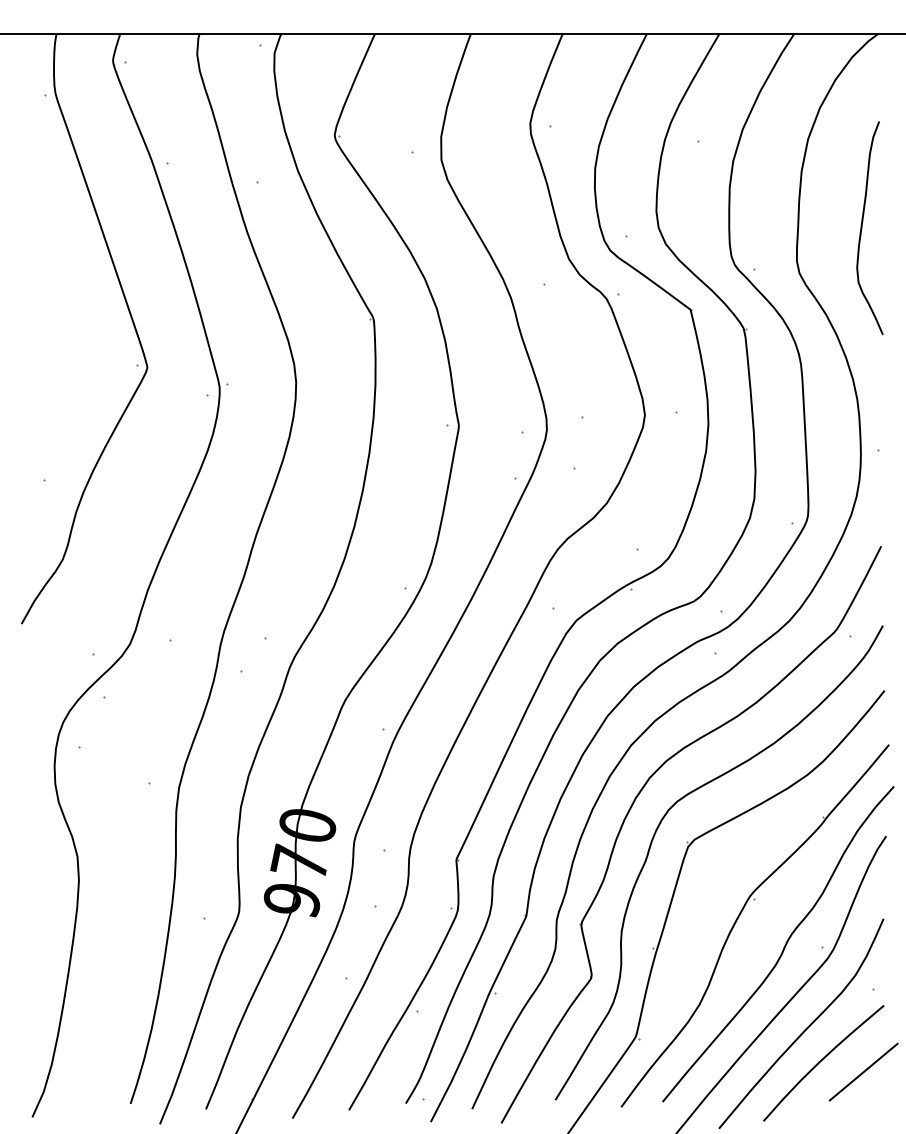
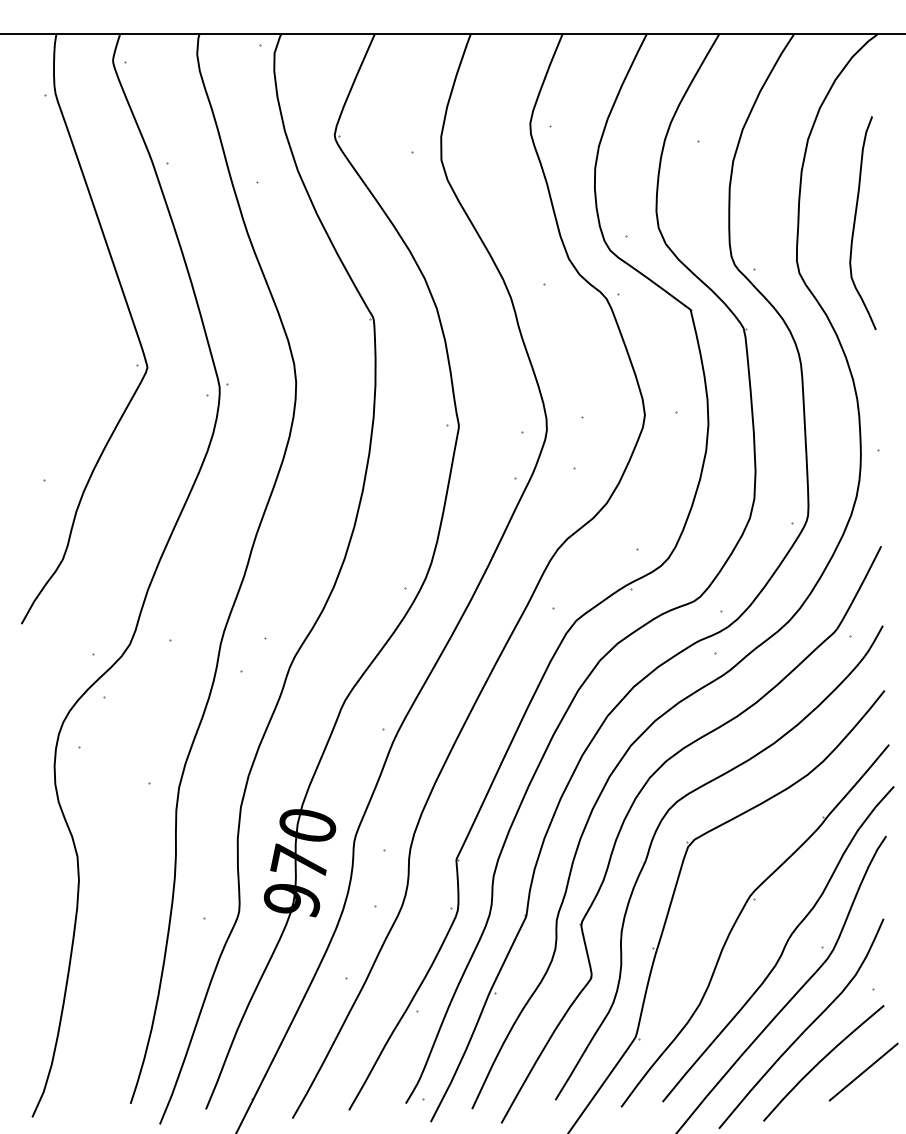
curve at (862, 227) position: (862, 227) -> (855, 222)
